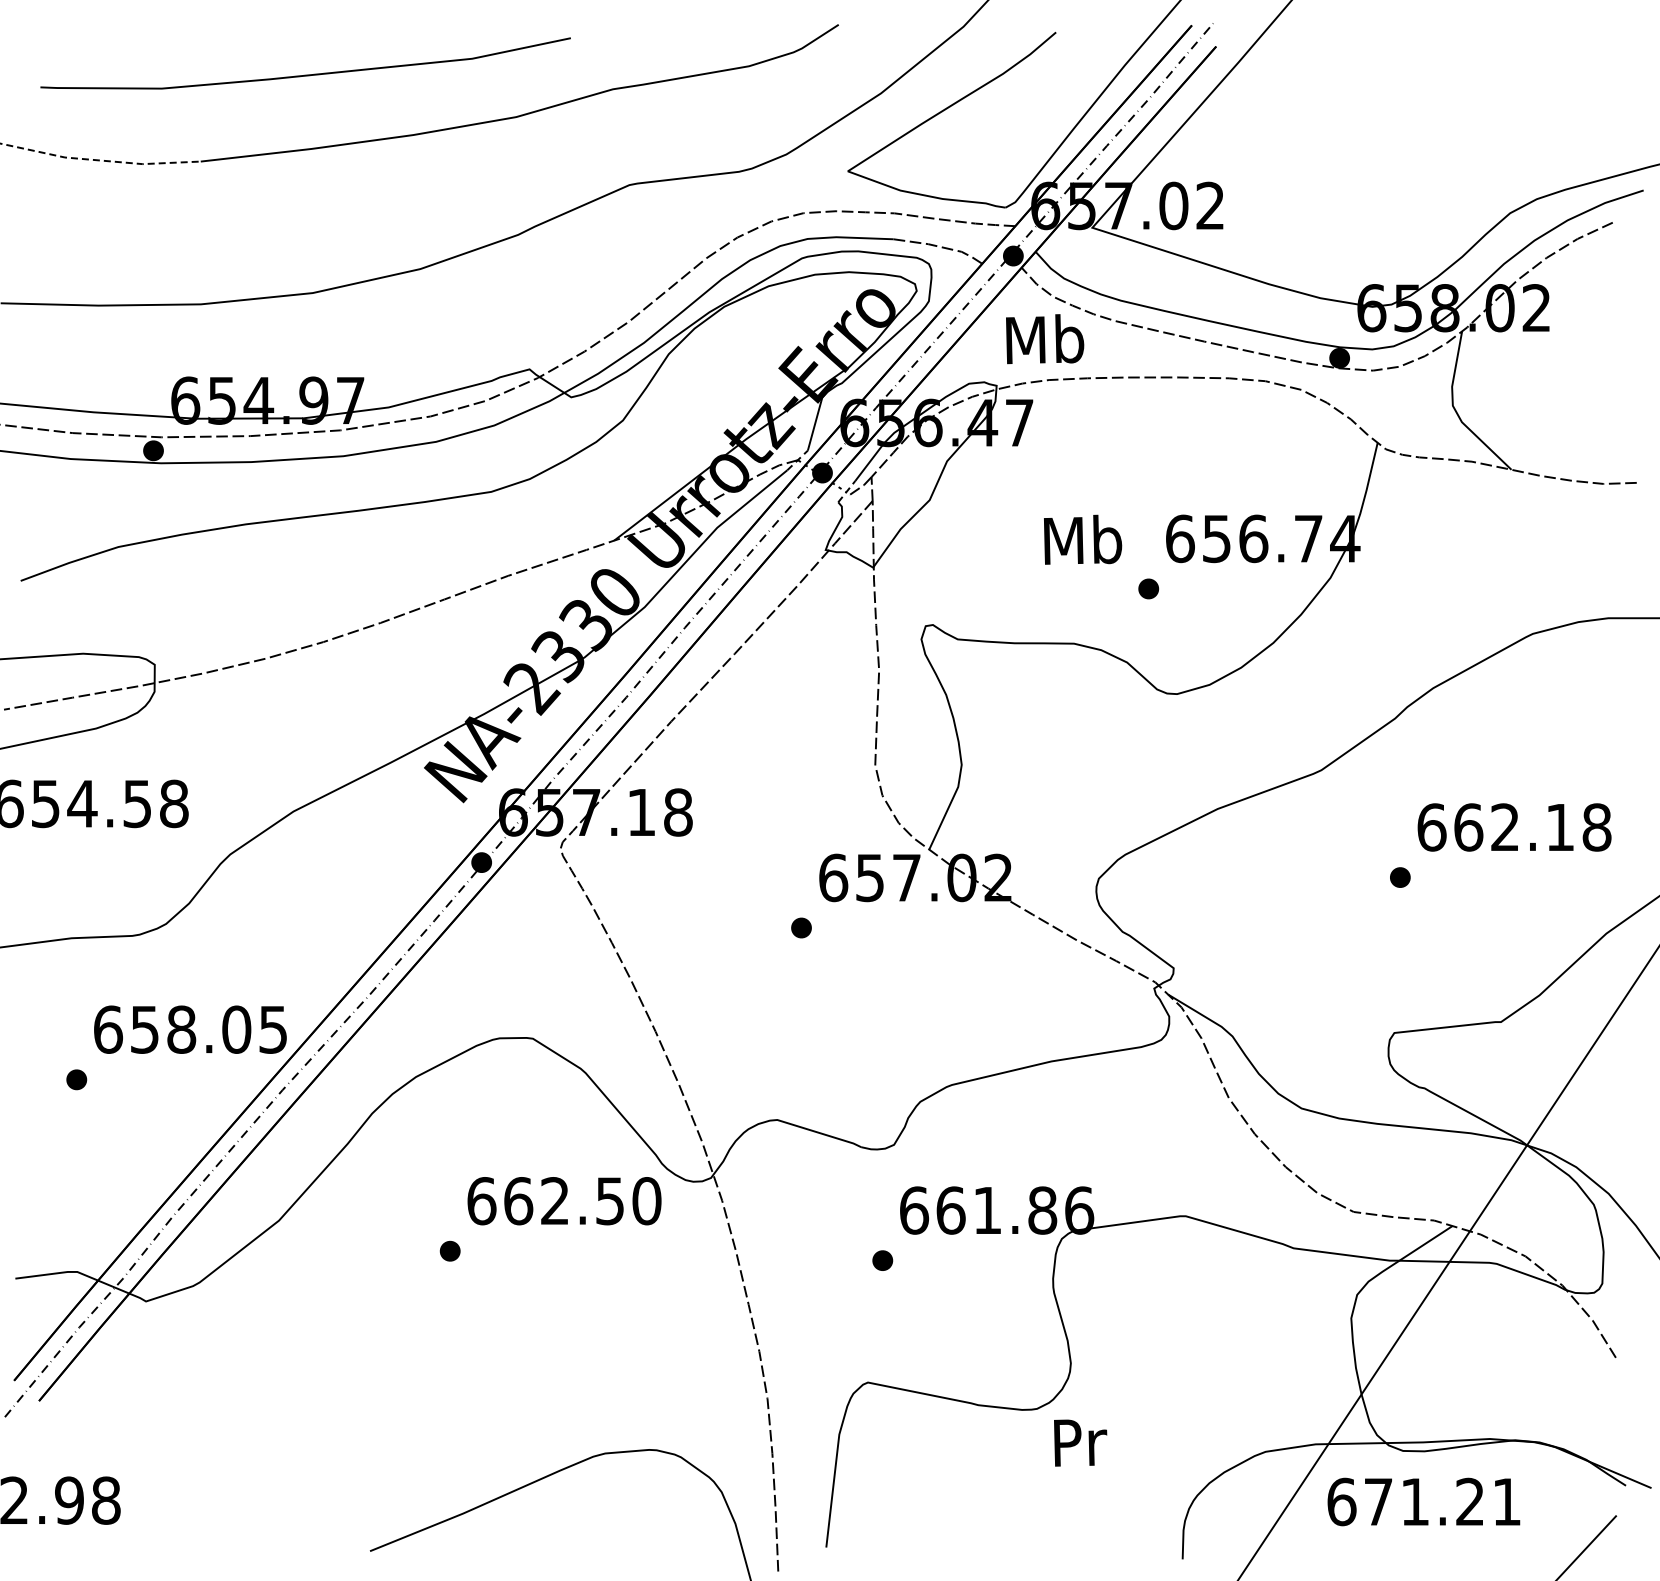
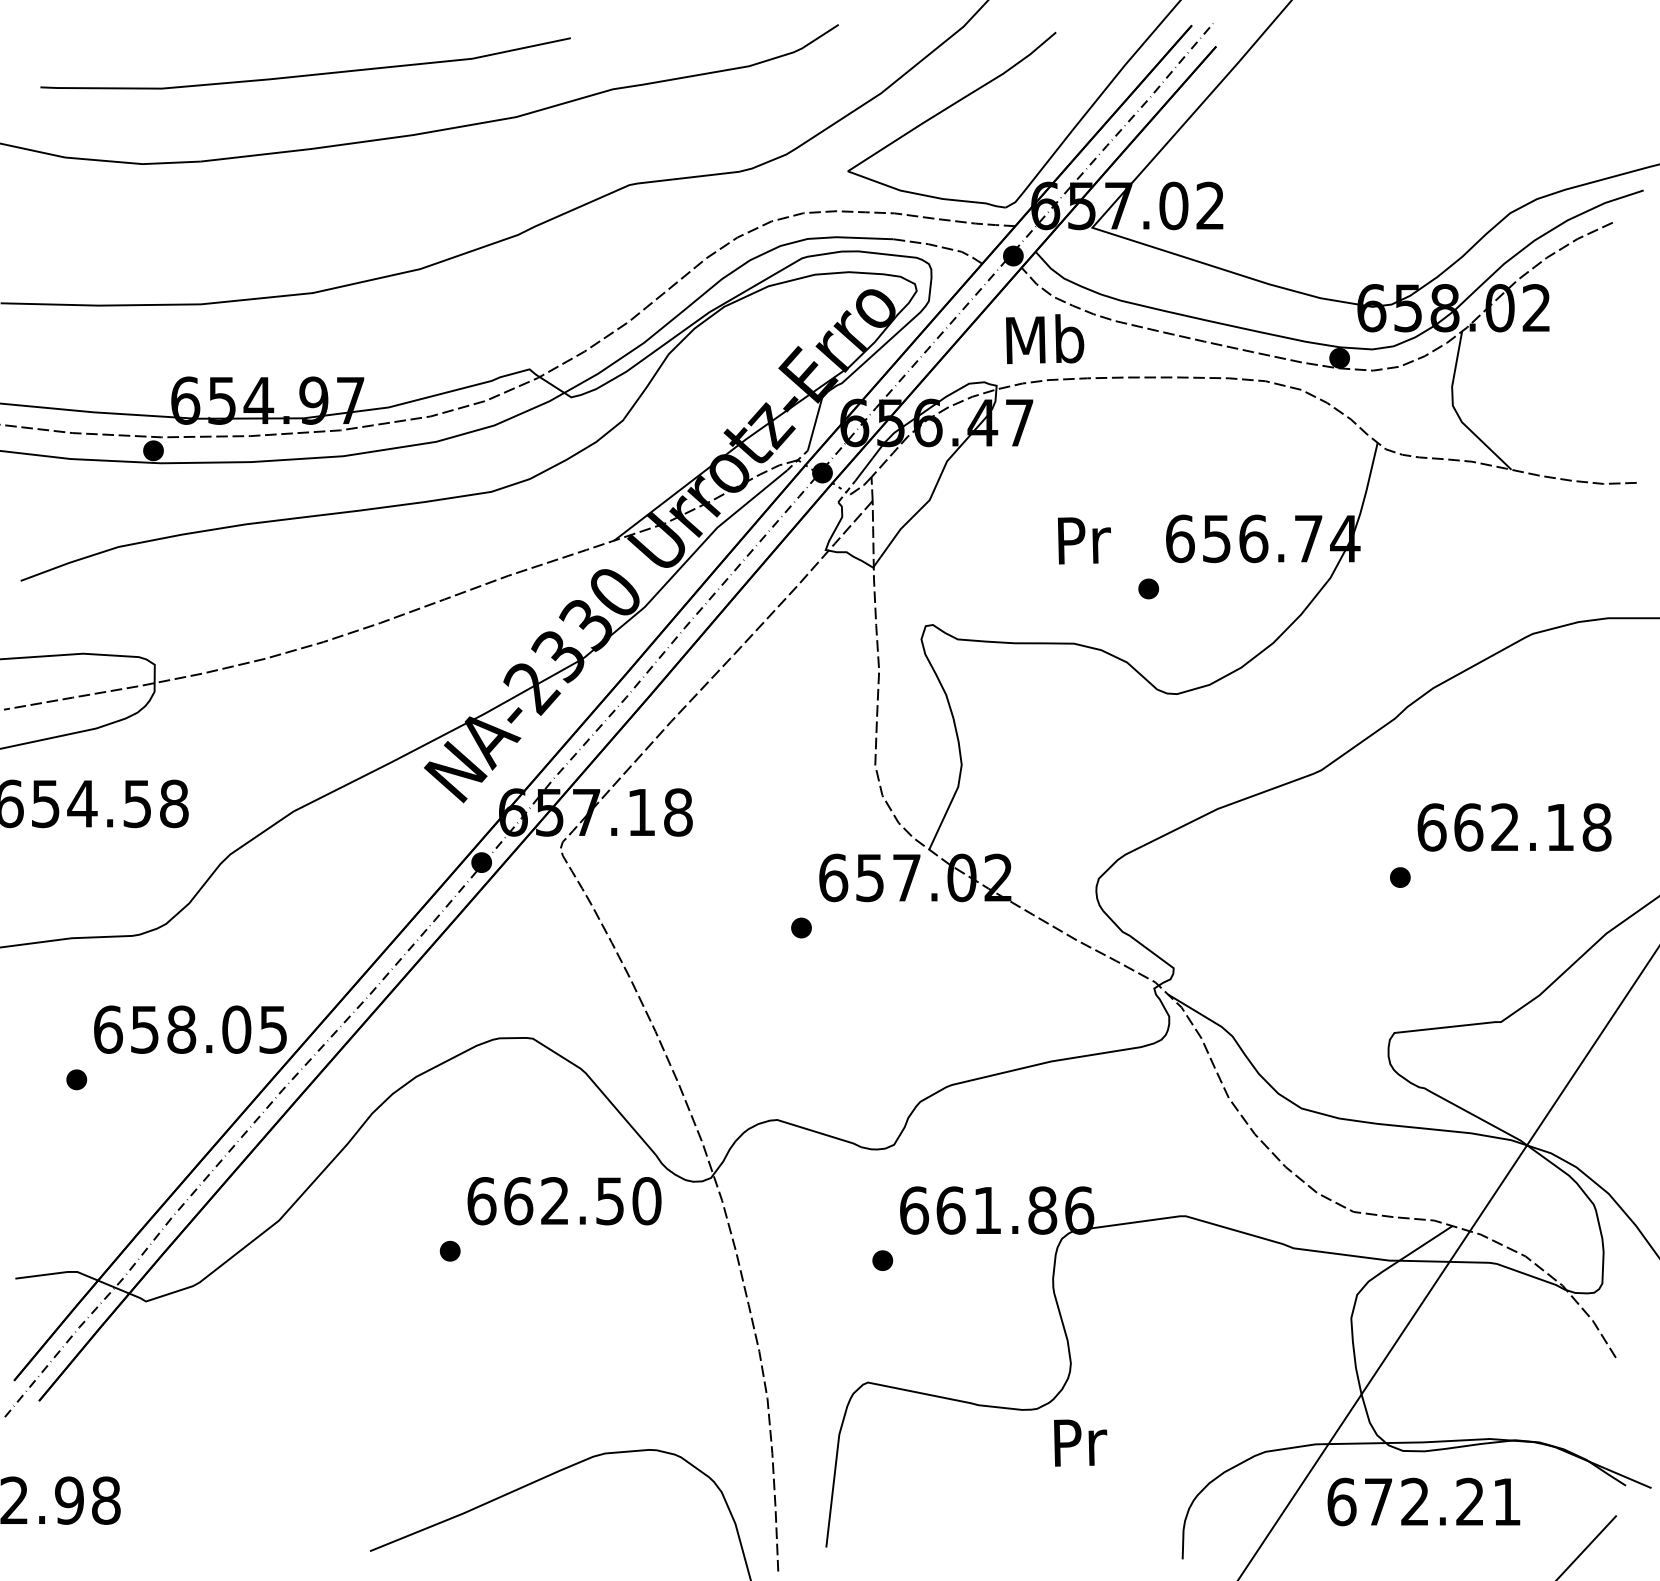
line at (99, 160): dashed -> solid
text at (1083, 539): Mb -> Pr
text at (1414, 1501): 671.21 -> 672.21
